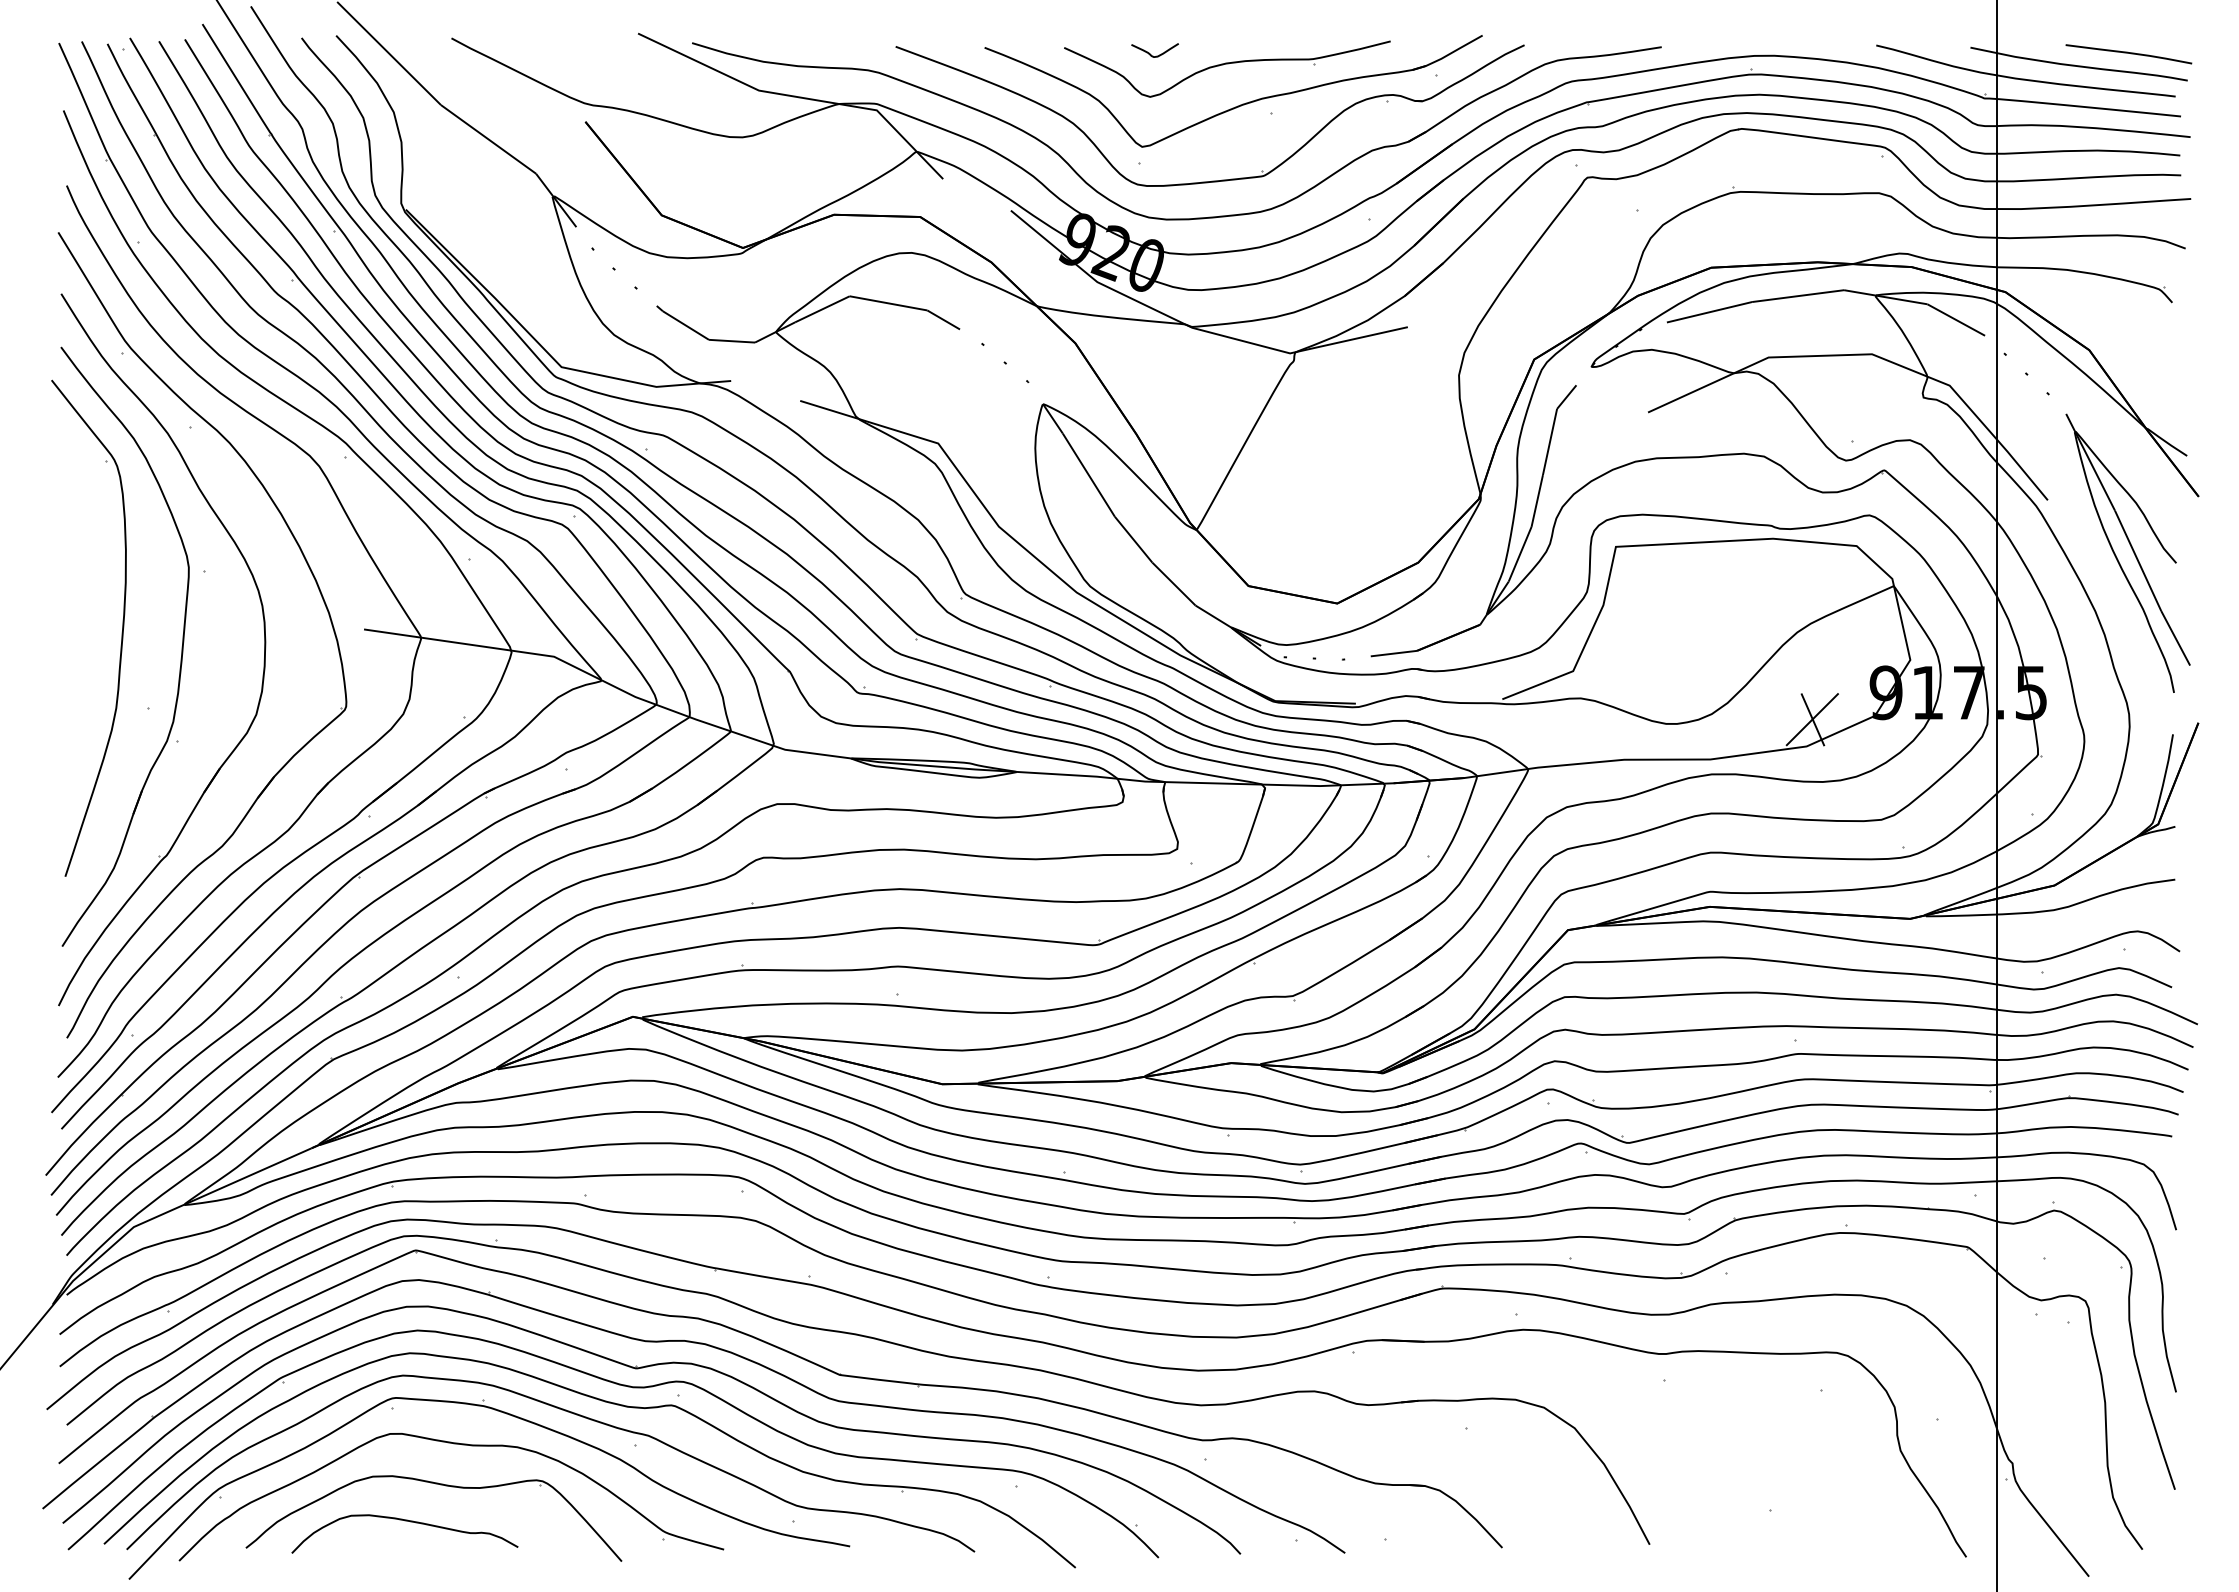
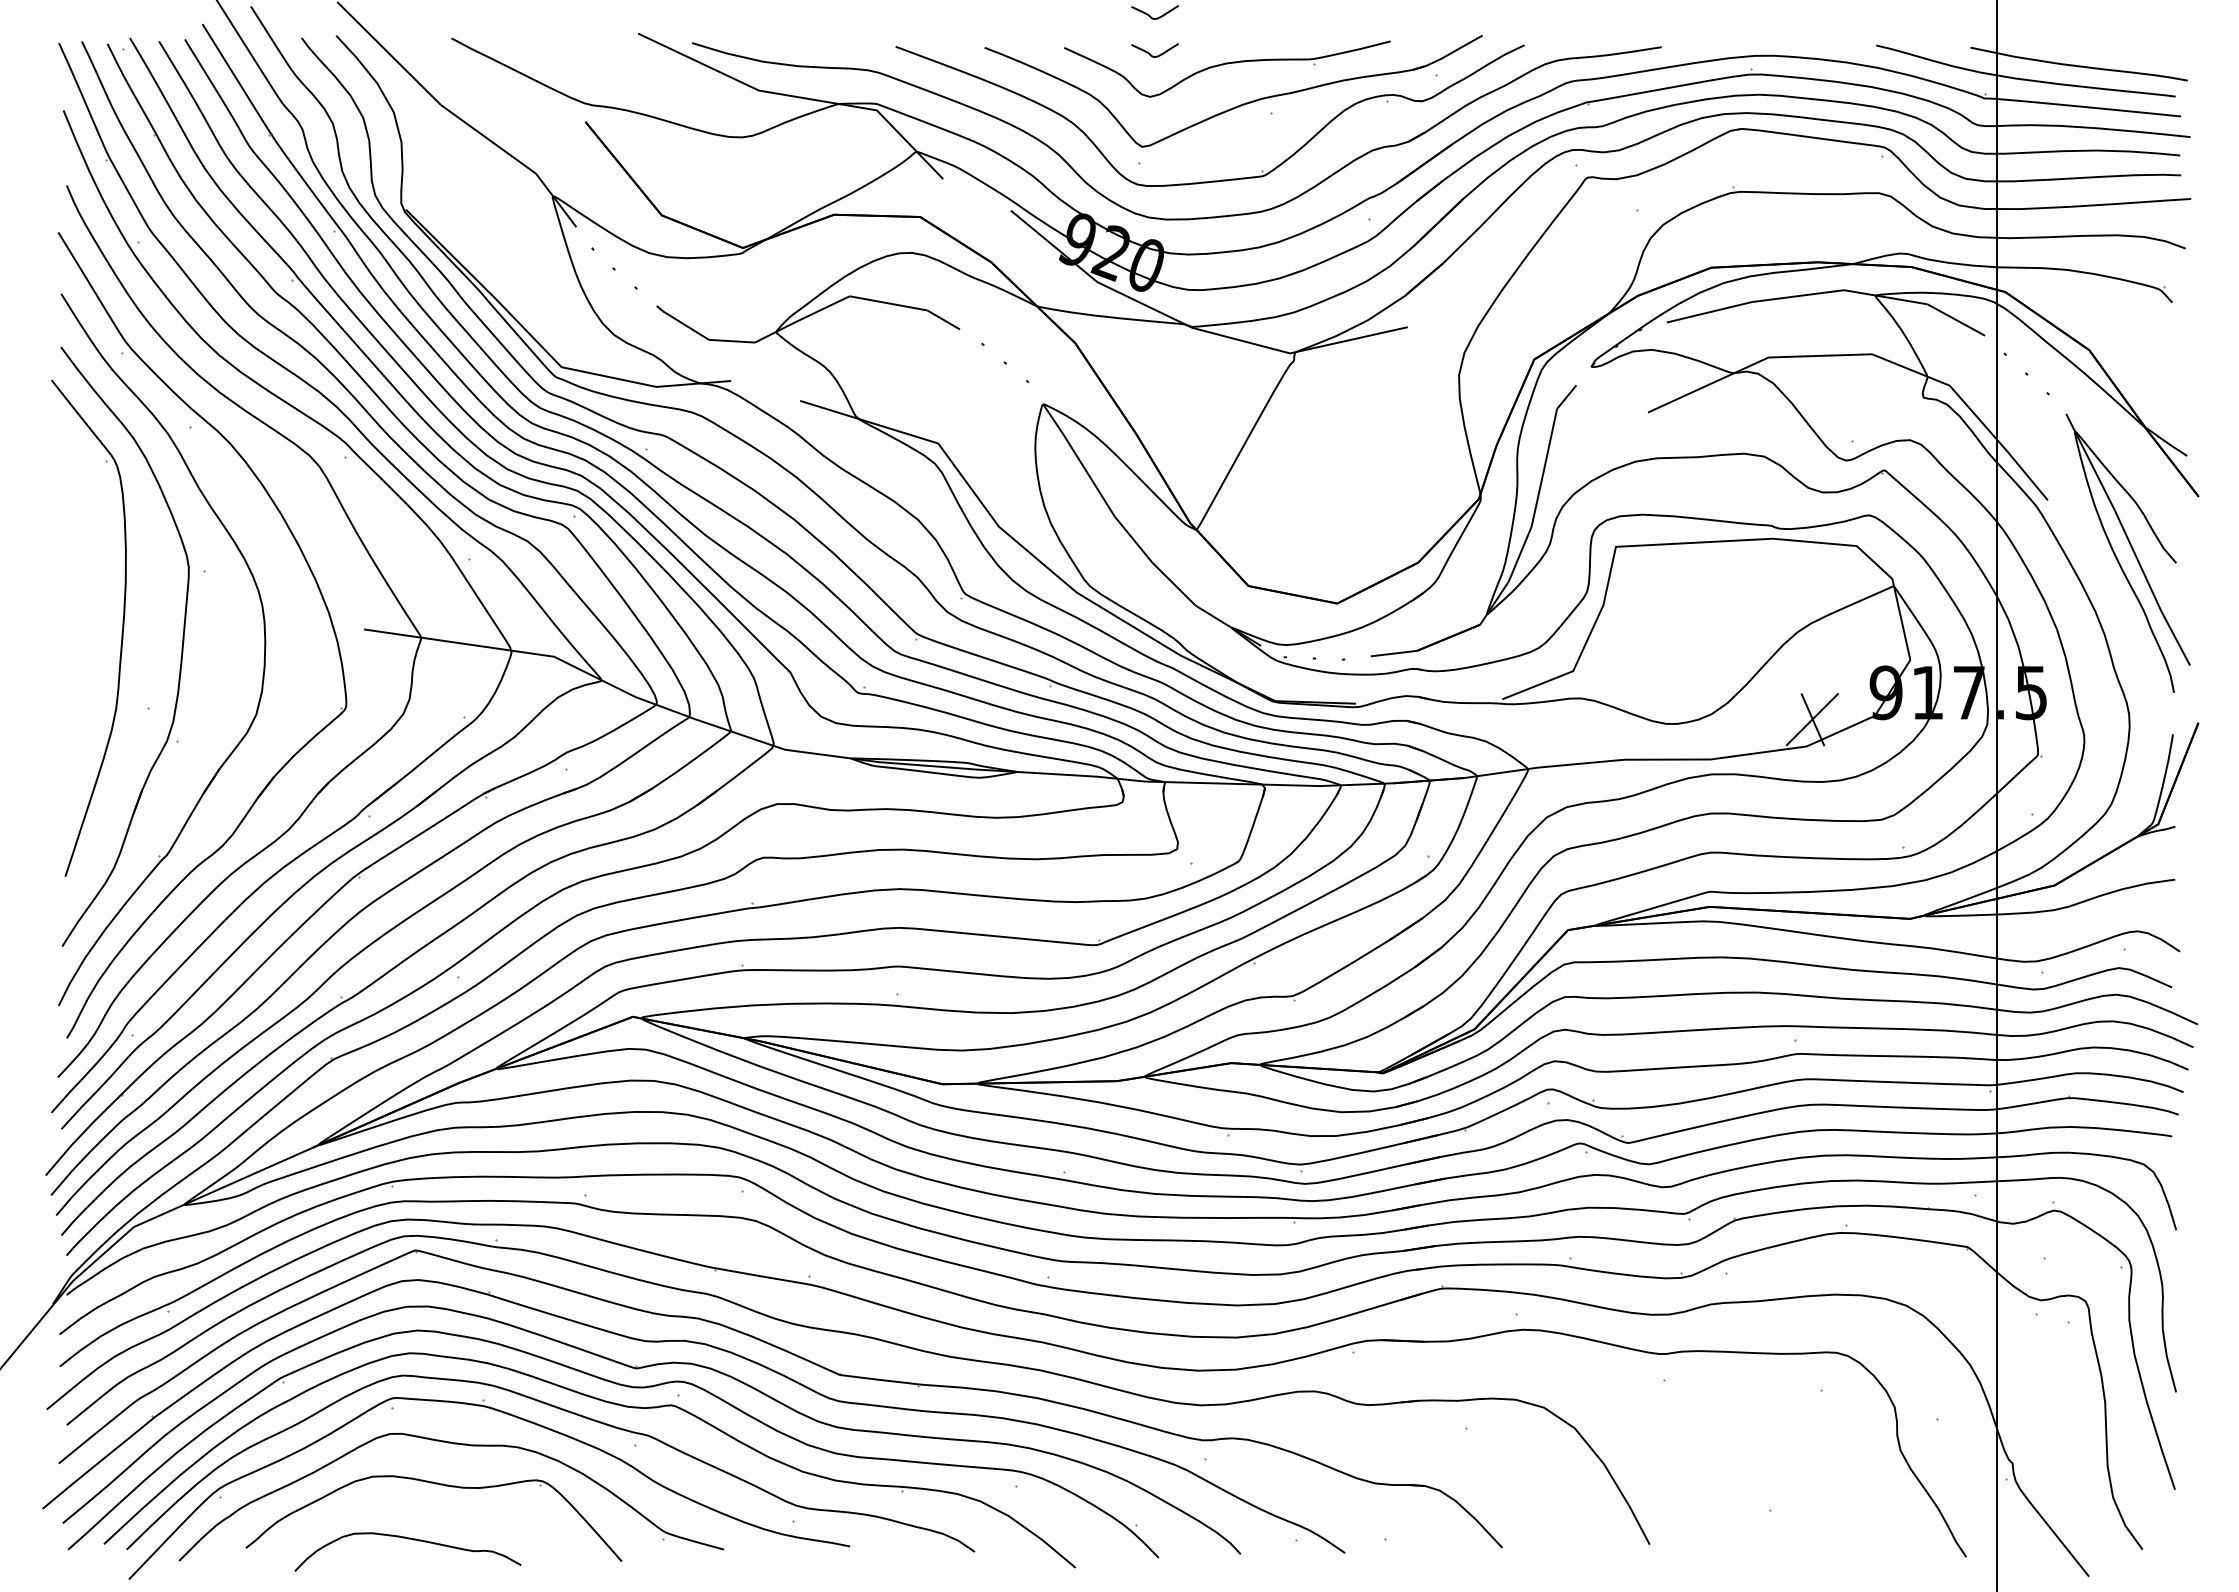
curve at (1150, 15): none -> present
curve at (2128, 53): present -> none
curve at (404, 1521) position: (404, 1521) -> (407, 1539)
